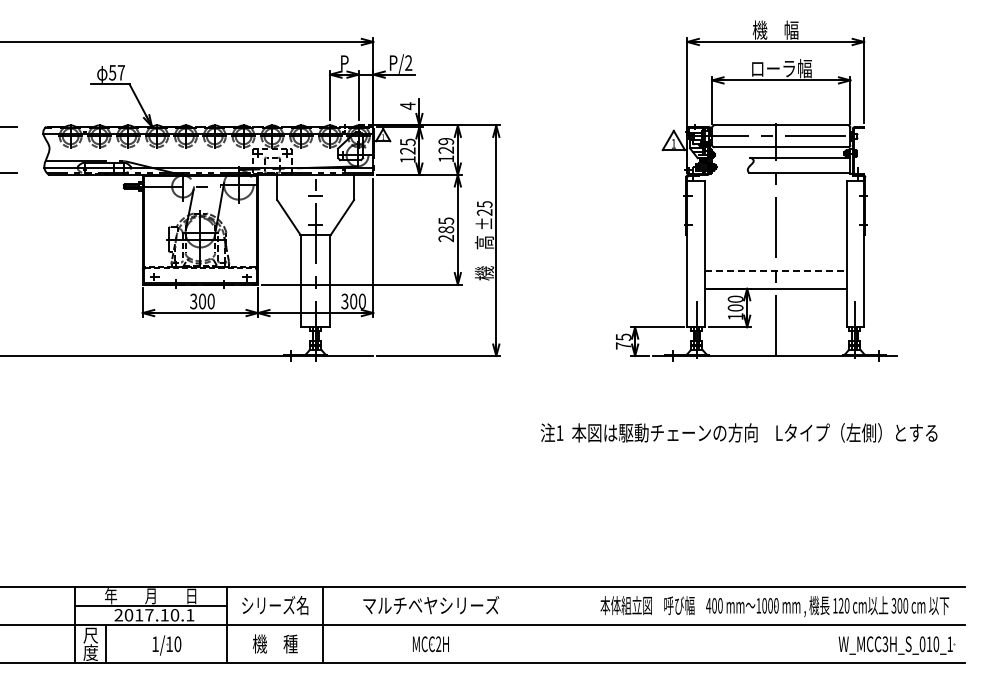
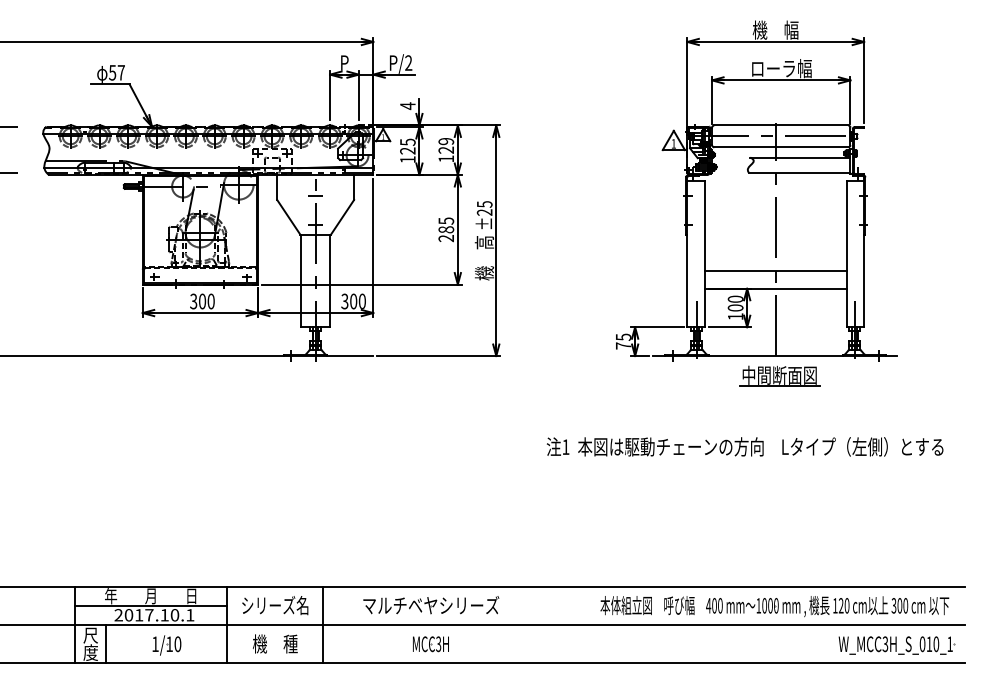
line at (776, 271): dashed -> solid
part at (779, 375): none -> present
text at (738, 432) position: (738, 432) -> (744, 446)
text at (438, 644): MCC2H -> MCC3H
